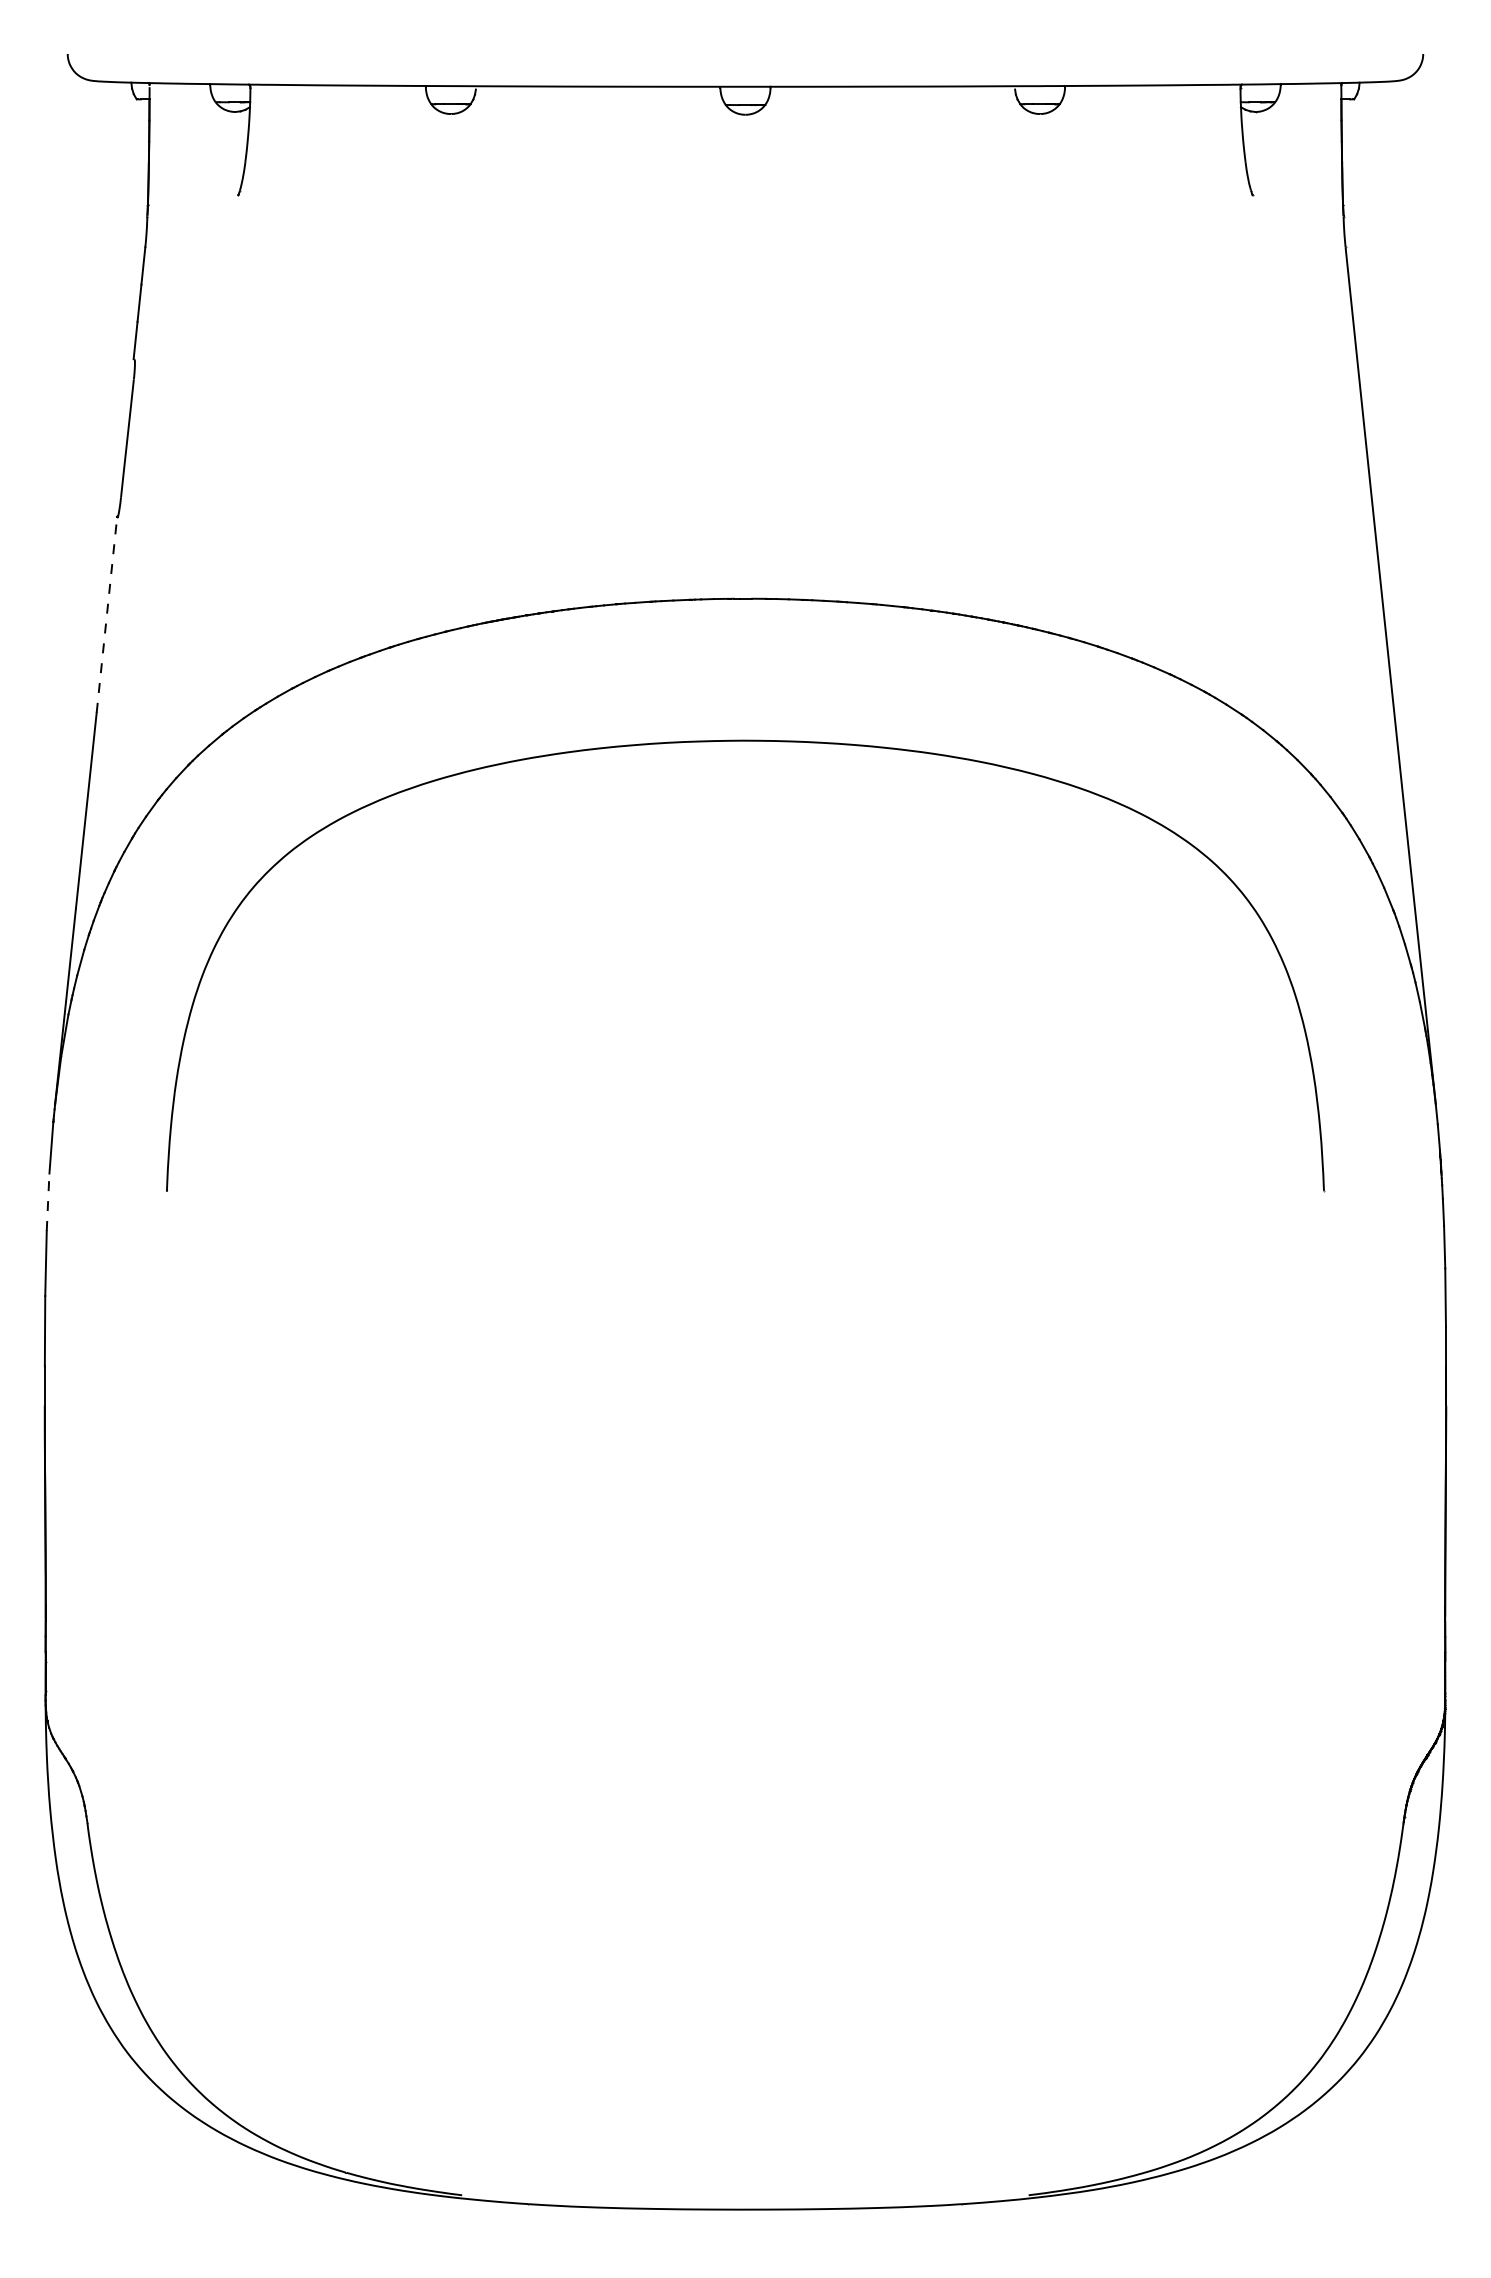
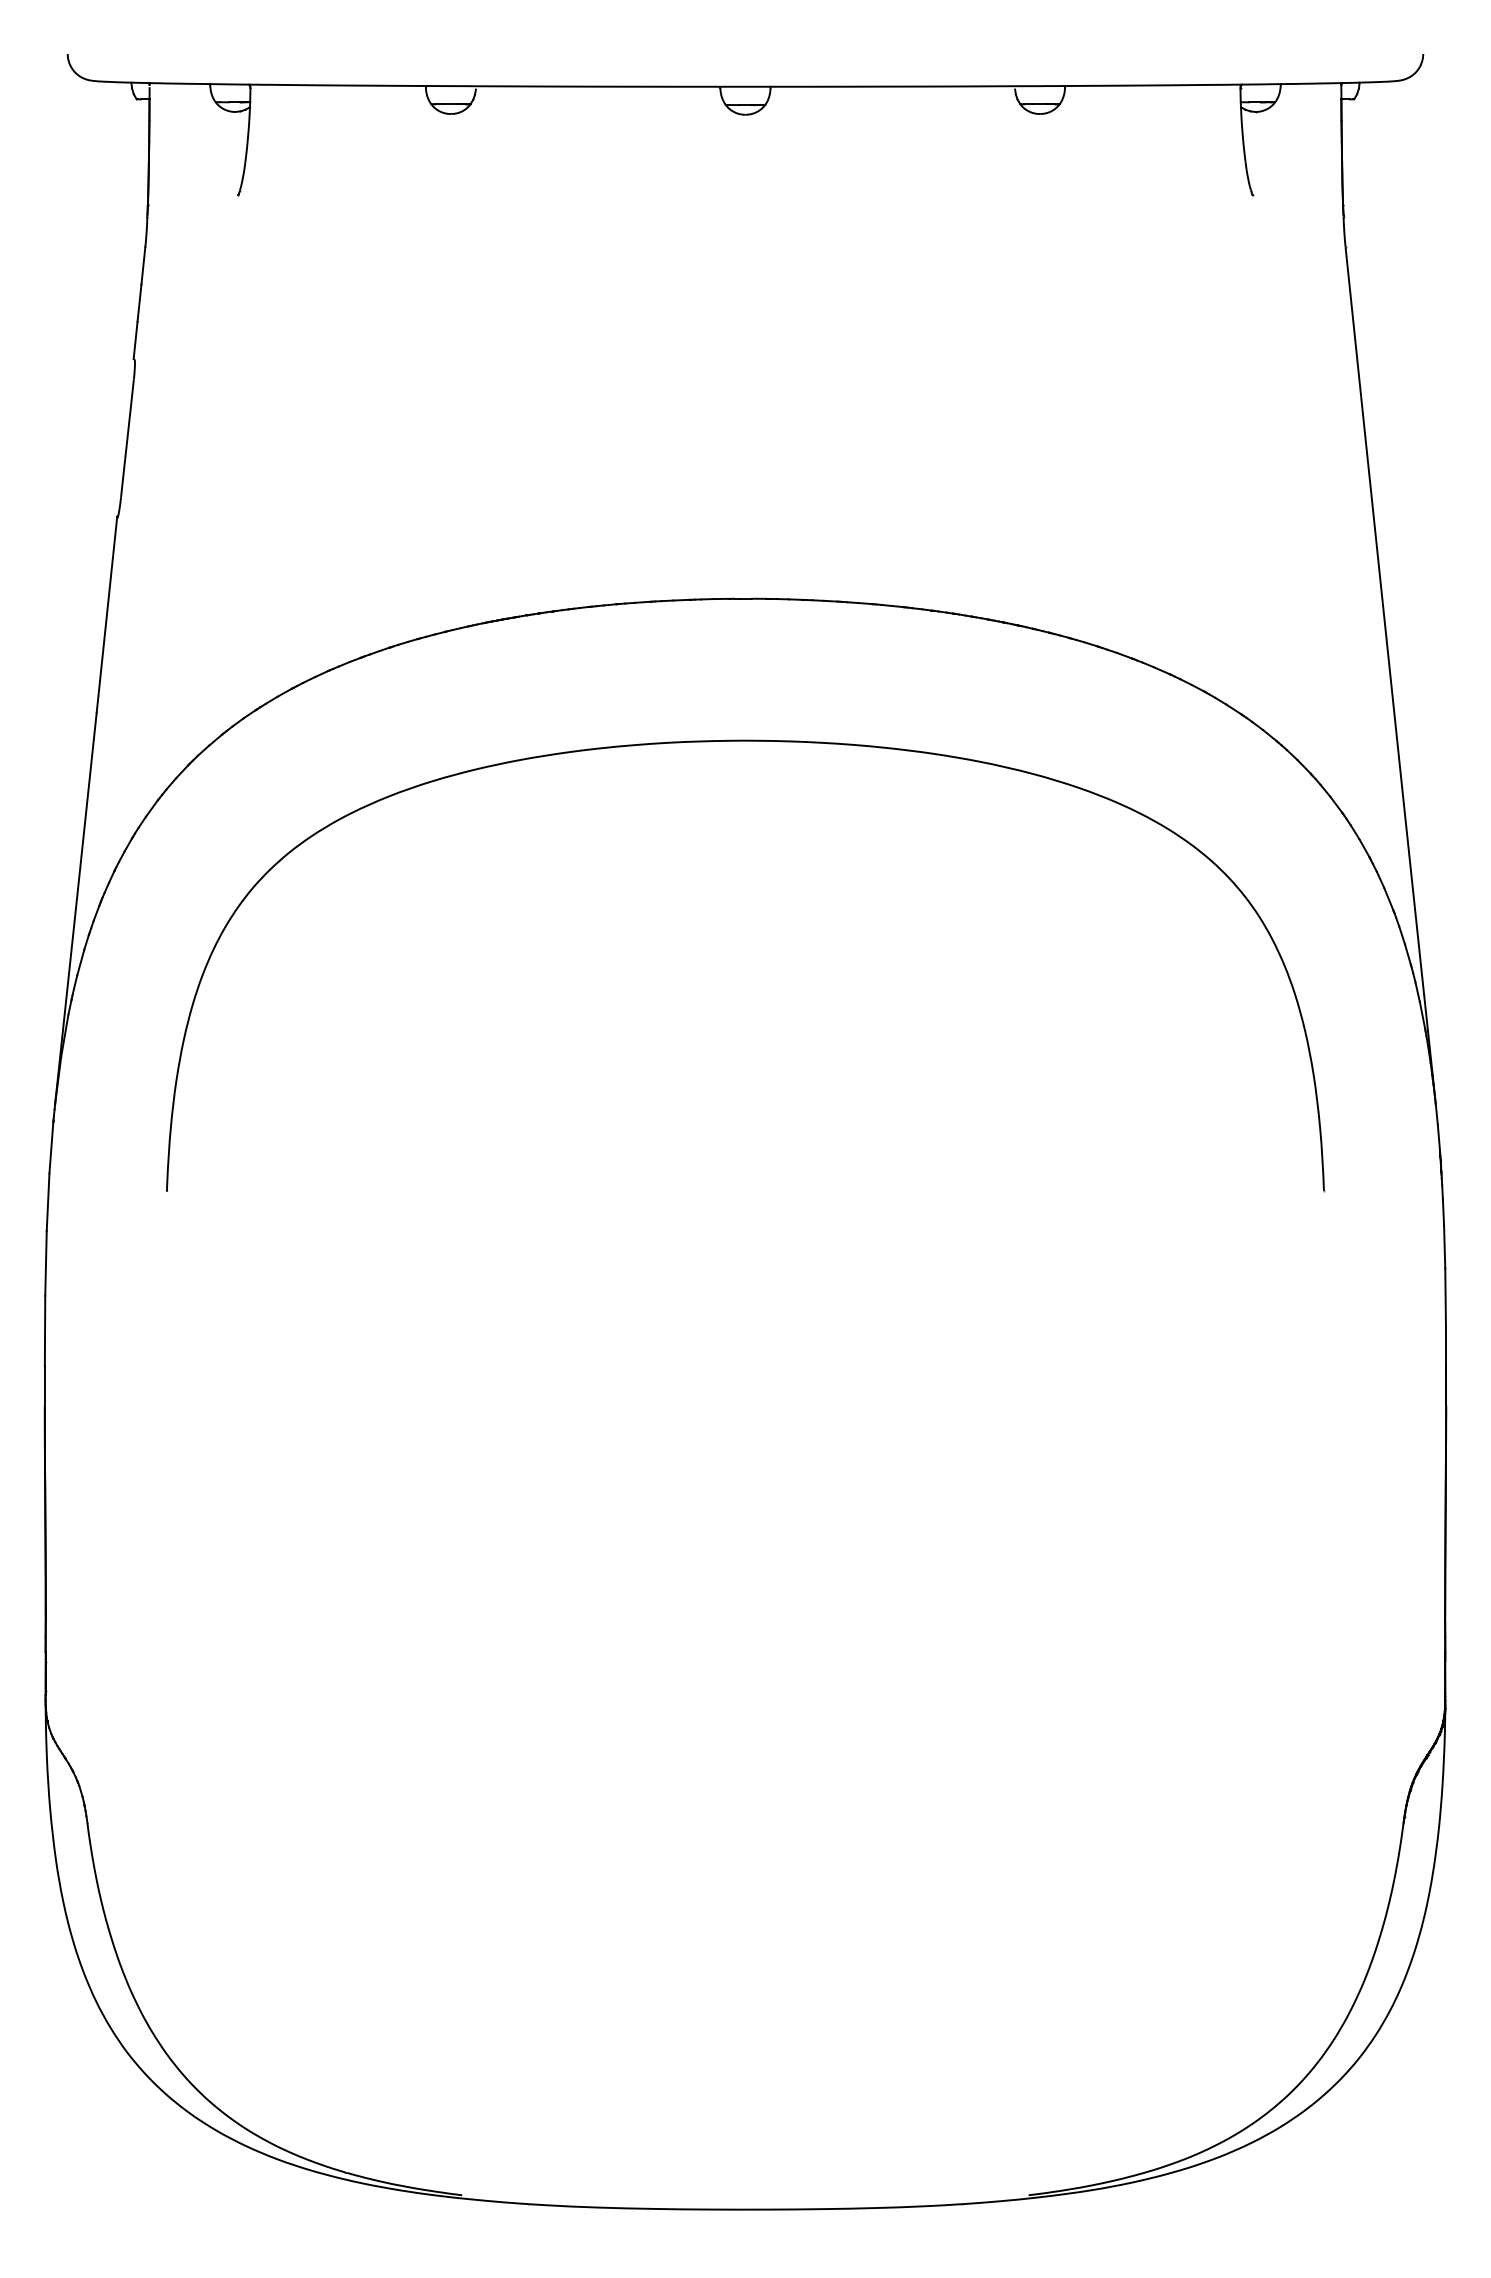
line at (106, 614): dashed -> solid
line at (48, 1202): dashed -> solid
